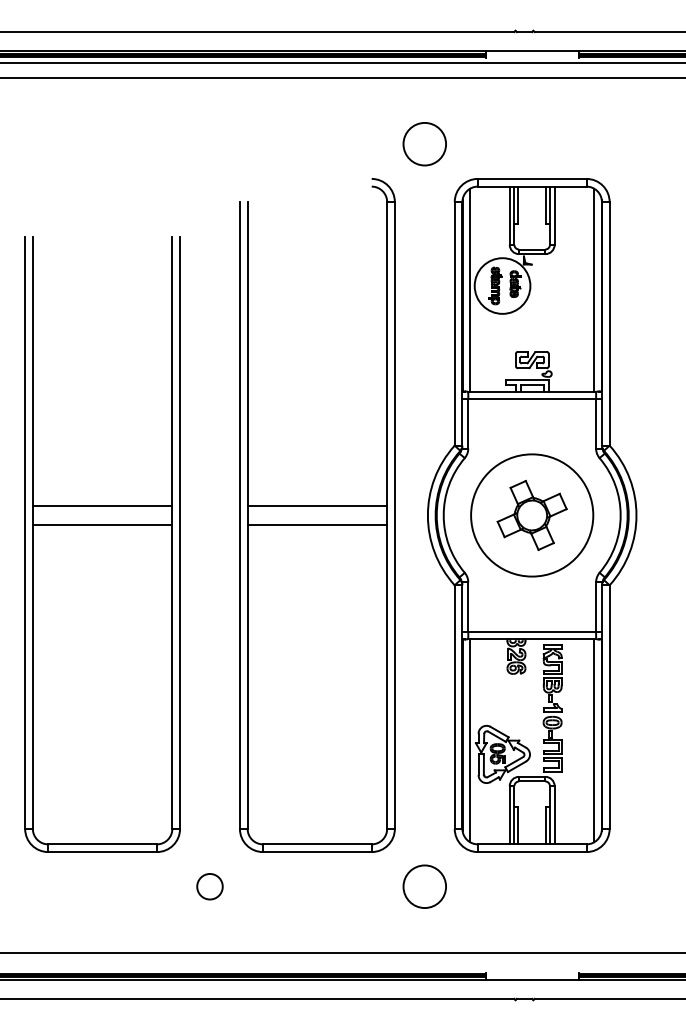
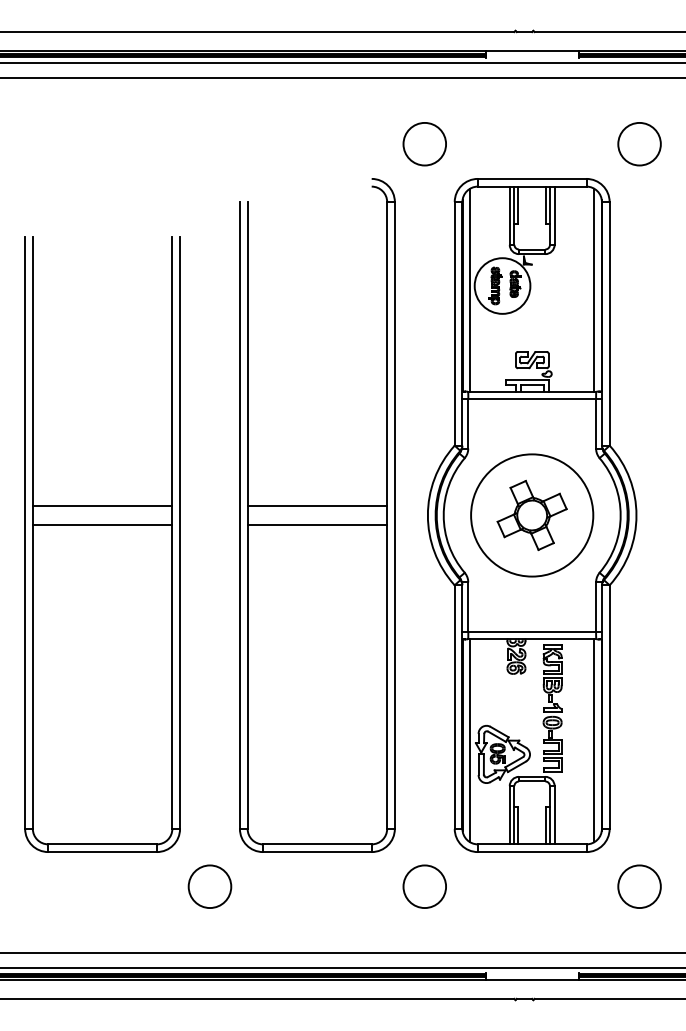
circle at (639, 144): none -> present
circle at (209, 886) diameter: 26 px -> 43 px
circle at (639, 886): none -> present
line at (342, 968): none -> present
